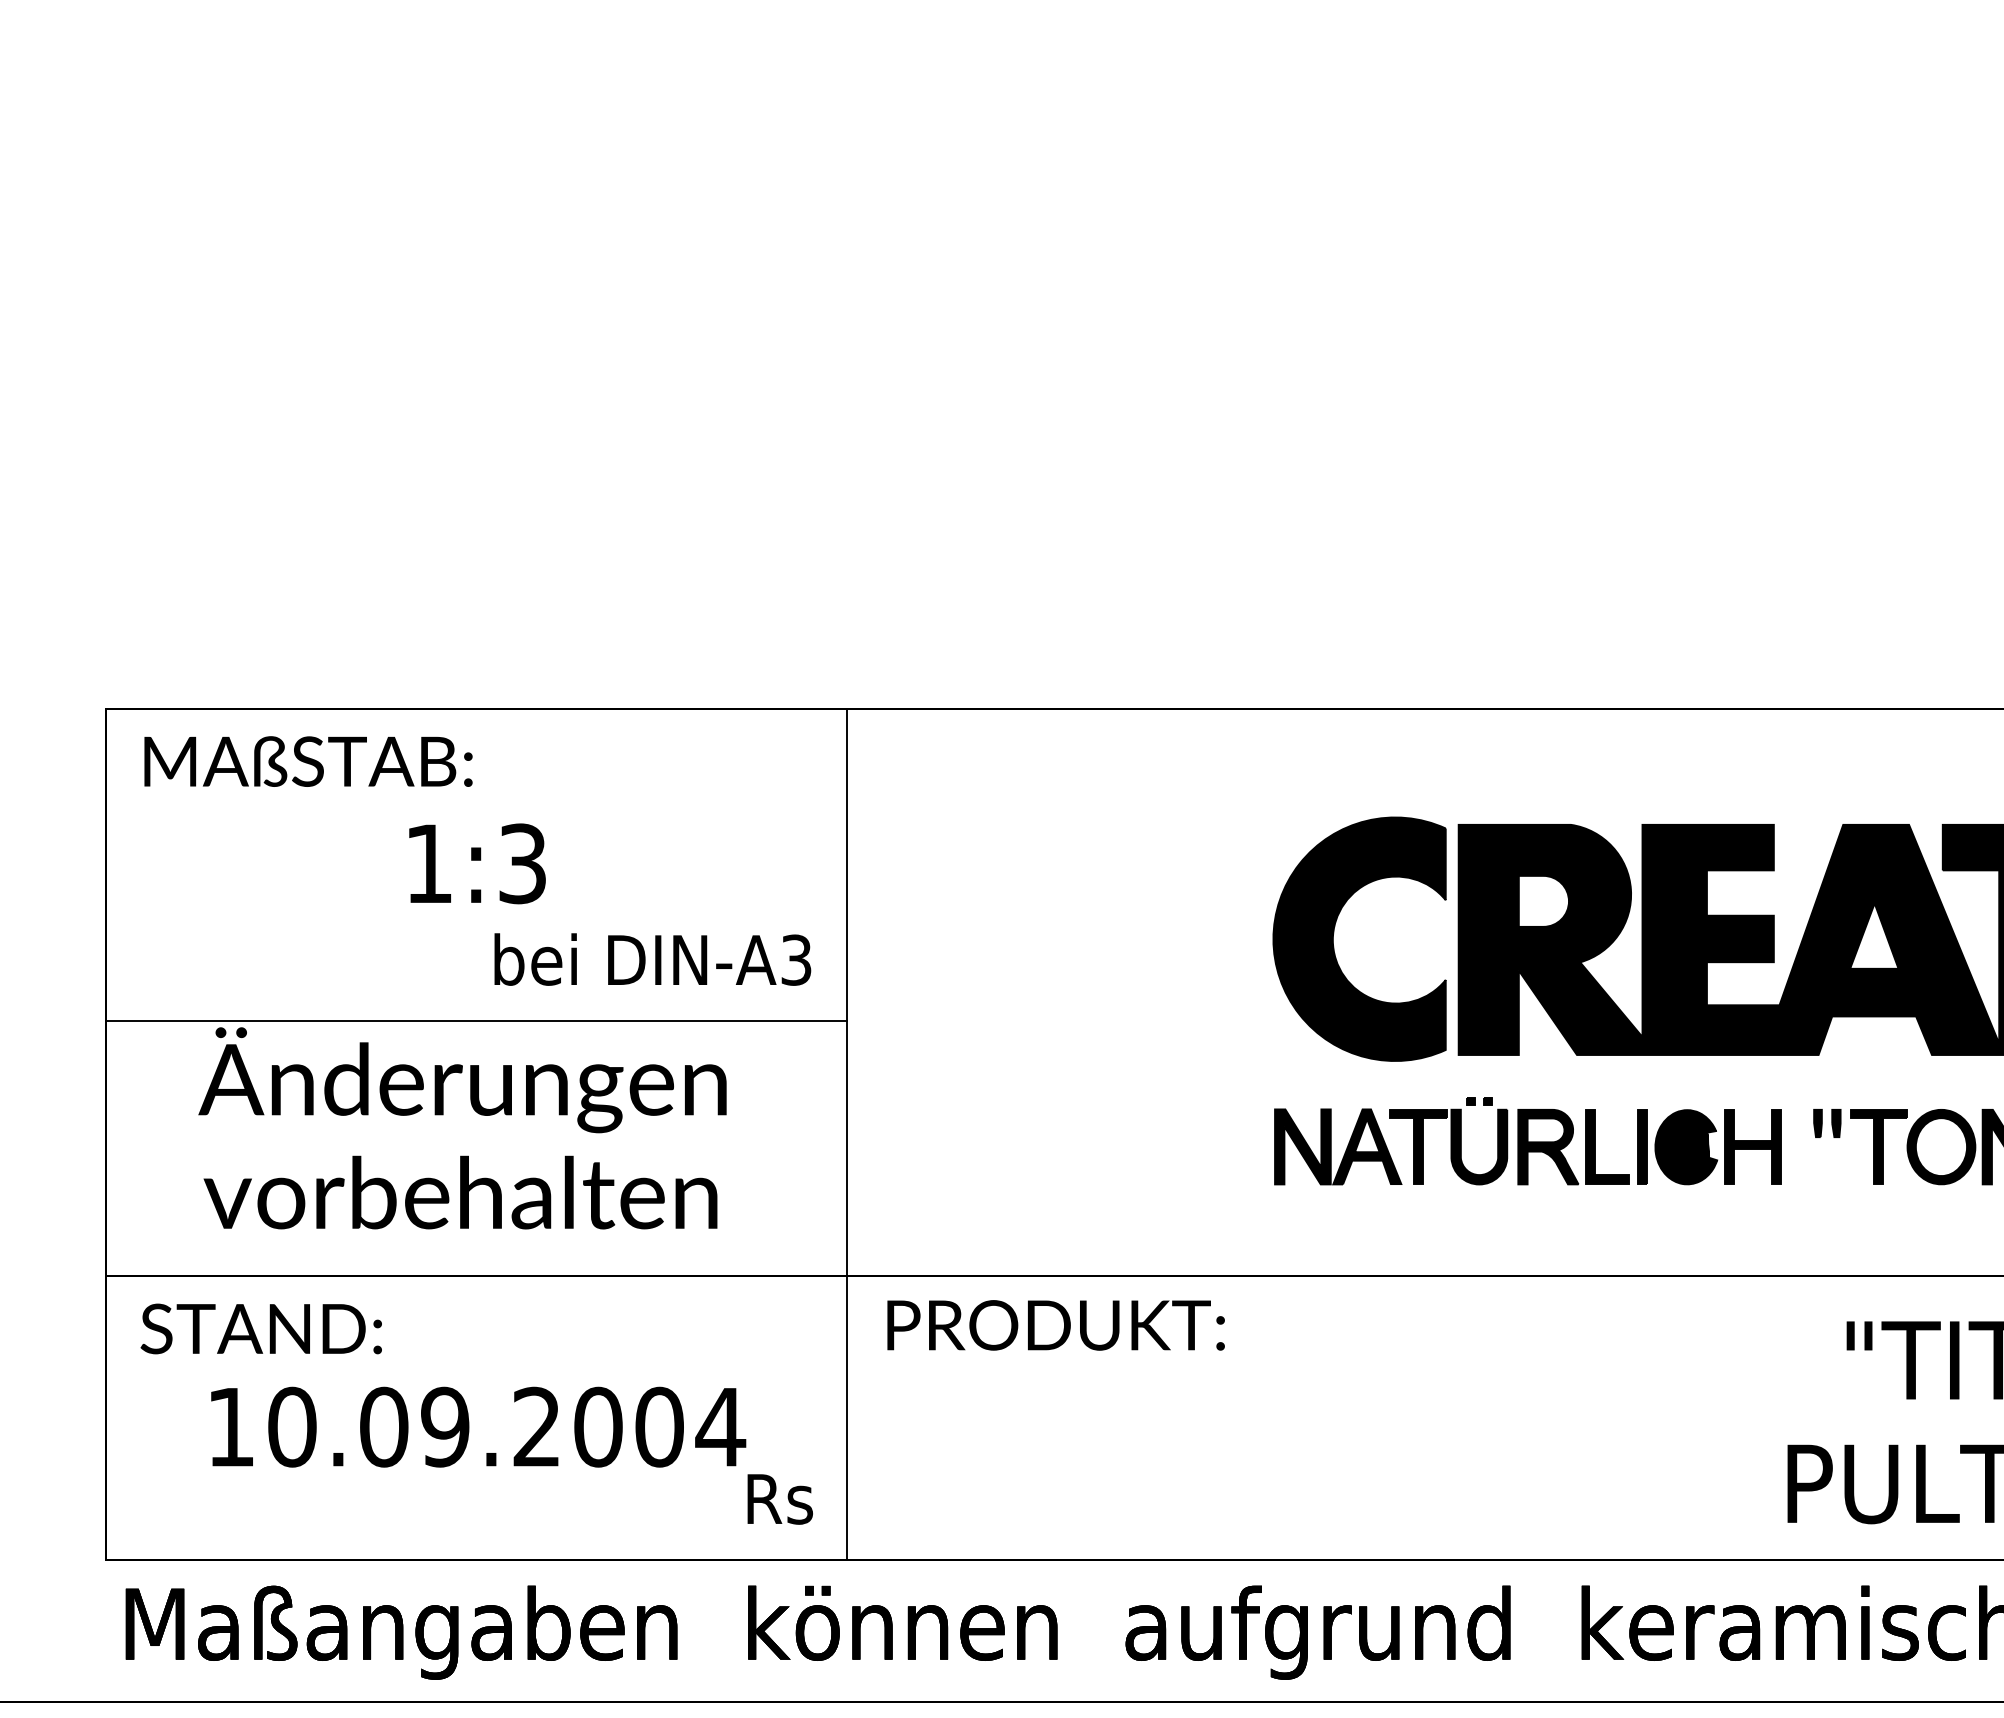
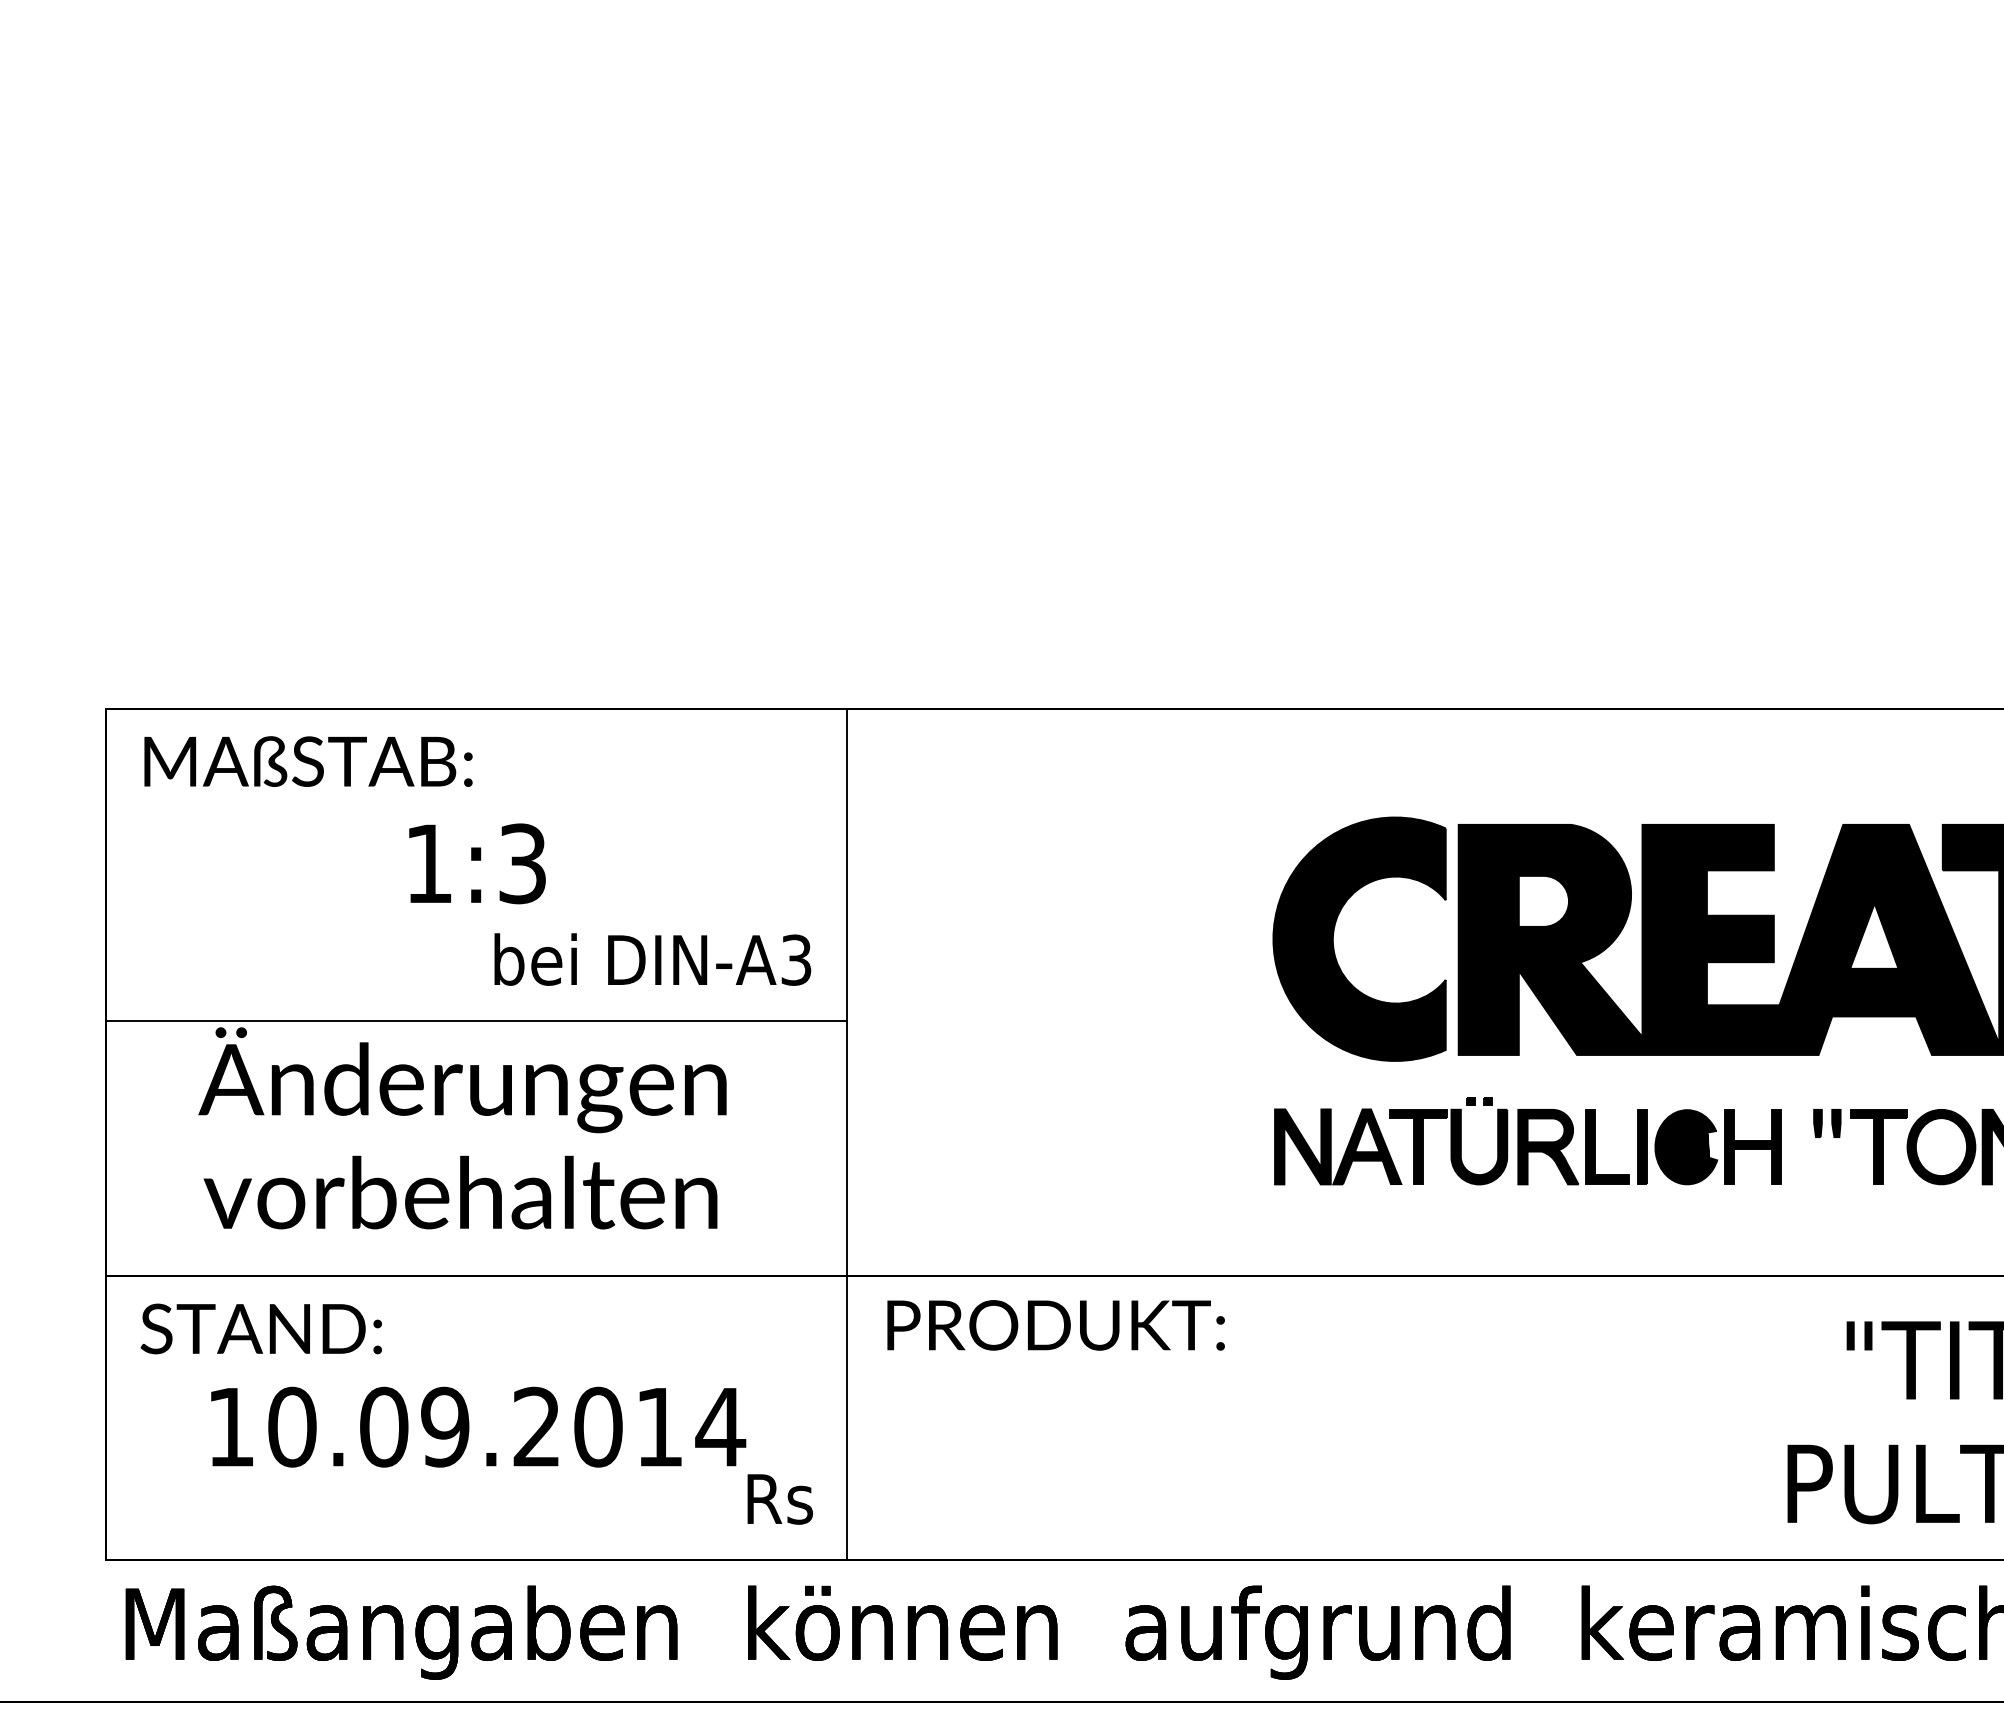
text at (659, 1426): 10.09.2004 -> 10.09.2014
